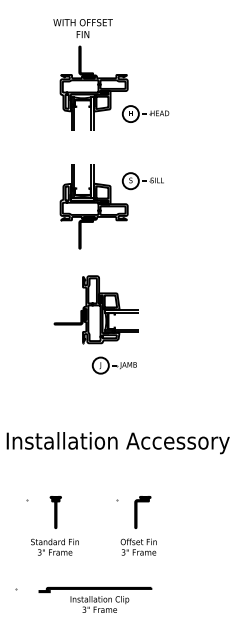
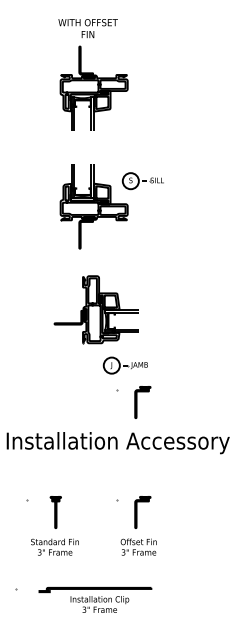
text at (82, 28) position: (82, 28) -> (87, 28)
part at (145, 113): present -> none
part at (113, 365) position: (113, 365) -> (124, 365)
part at (133, 402): none -> present
